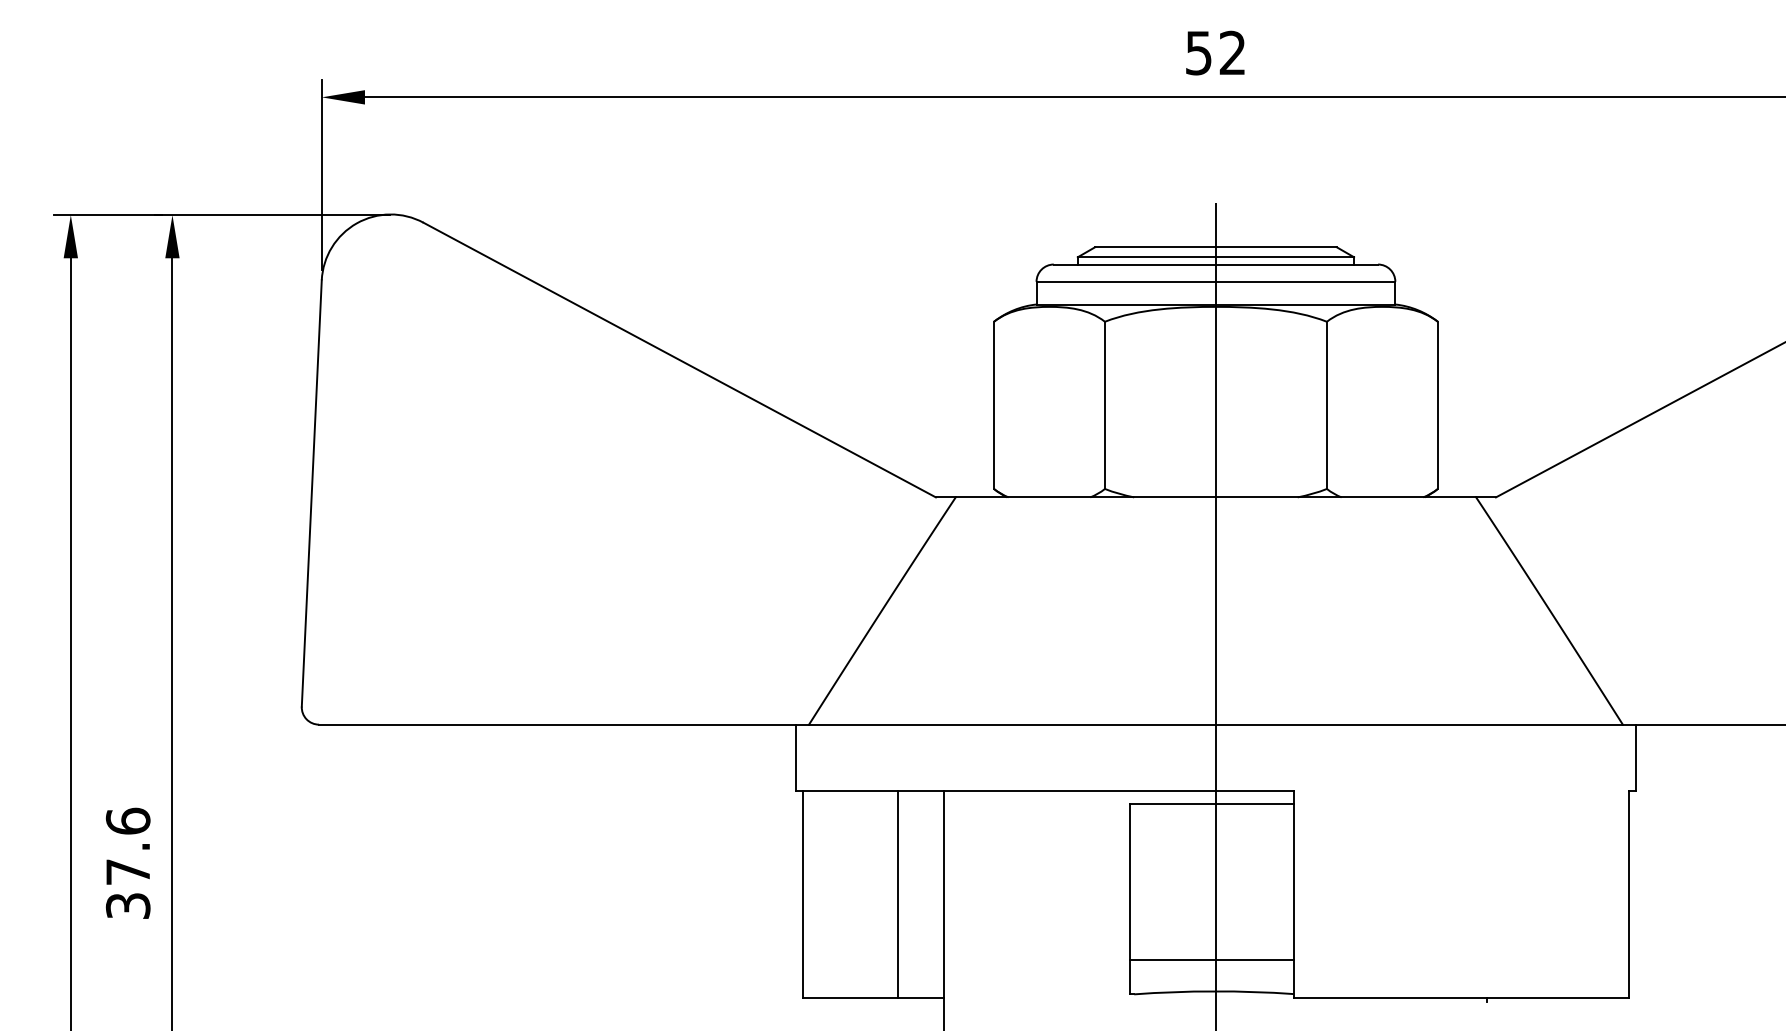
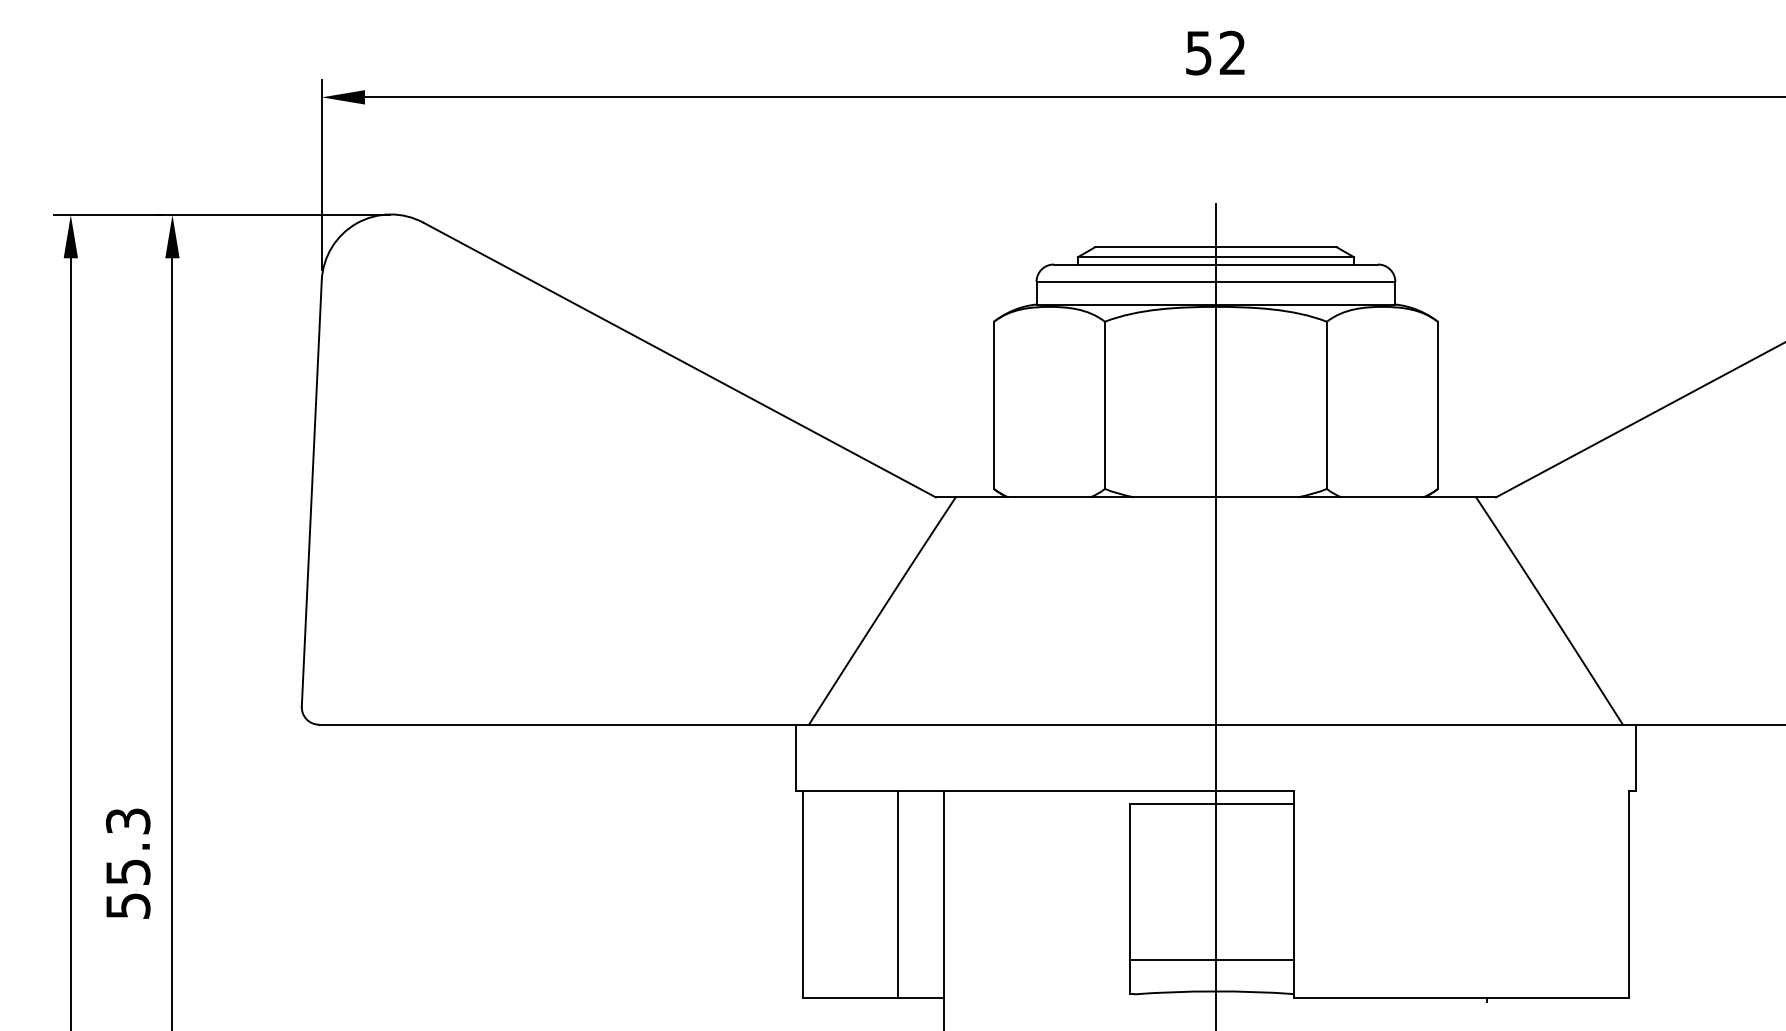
text at (127, 862): 37.6 -> 55.3
